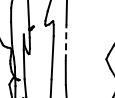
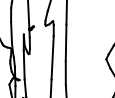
line at (66, 42): dashed -> solid
